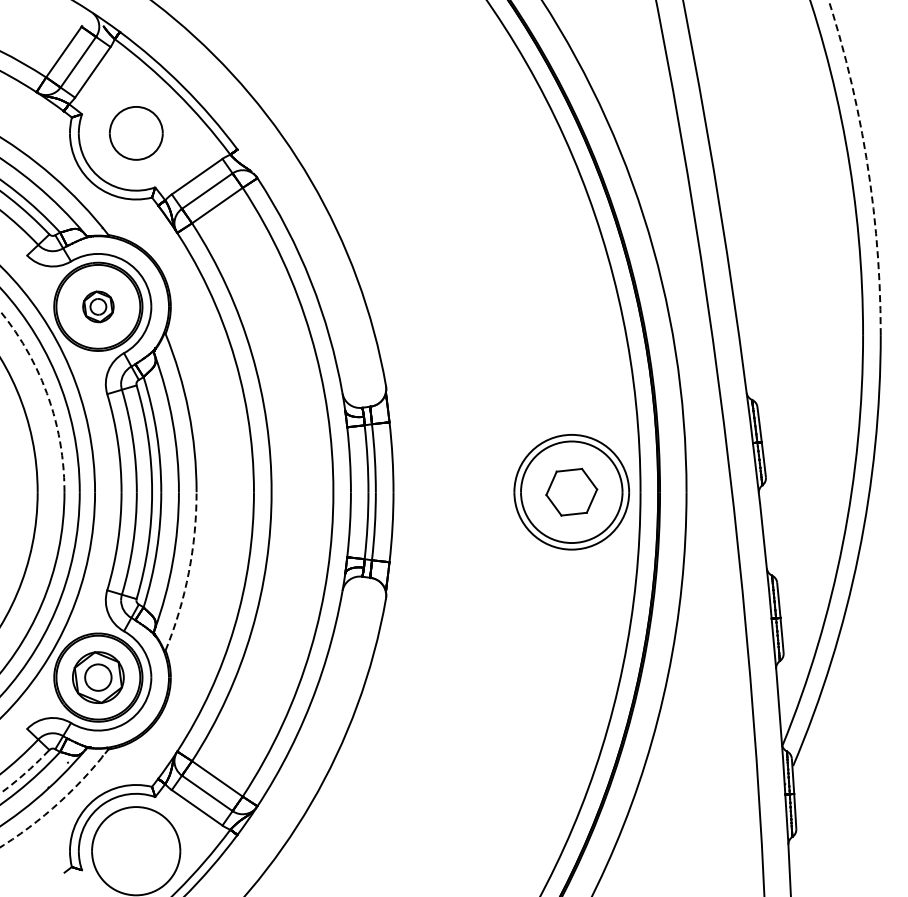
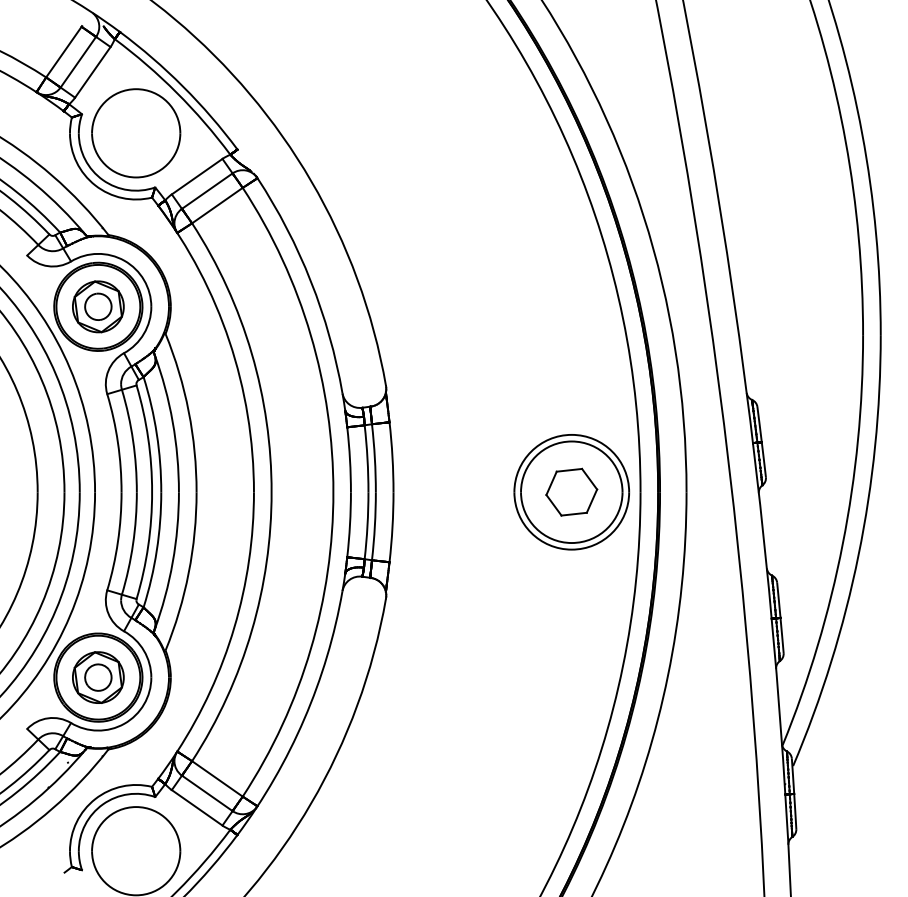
part at (136, 133) size: 55x55 px -> 91x91 px
arc at (867, 164): dashed -> solid
part at (98, 306) size: 33x34 px -> 53x54 px
arc at (47, 396): dashed -> solid
arc at (188, 572): dashed -> solid
arc at (25, 772): dashed -> solid
arc at (58, 803): dashed -> solid
